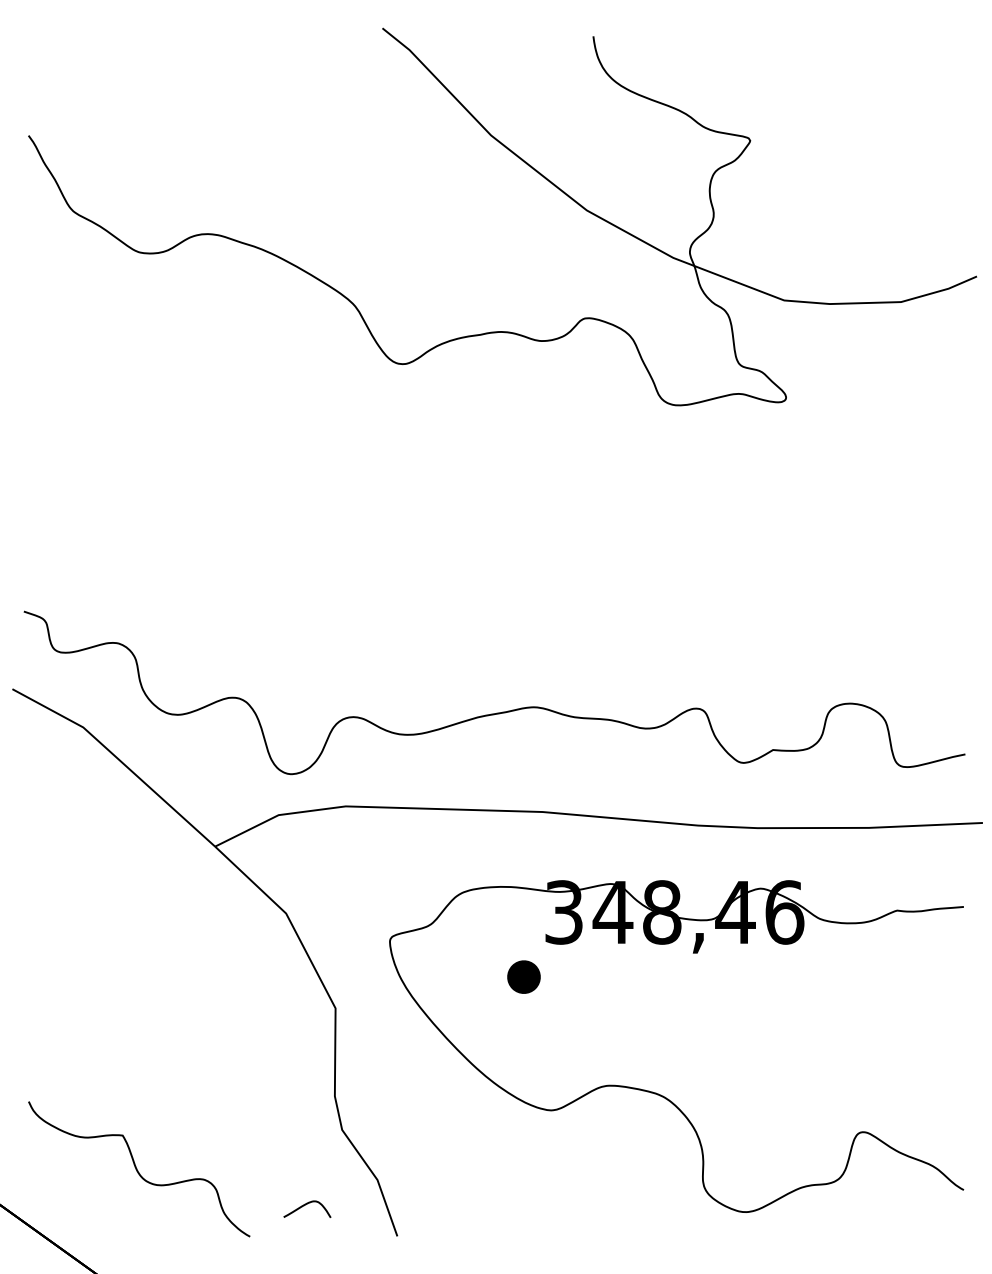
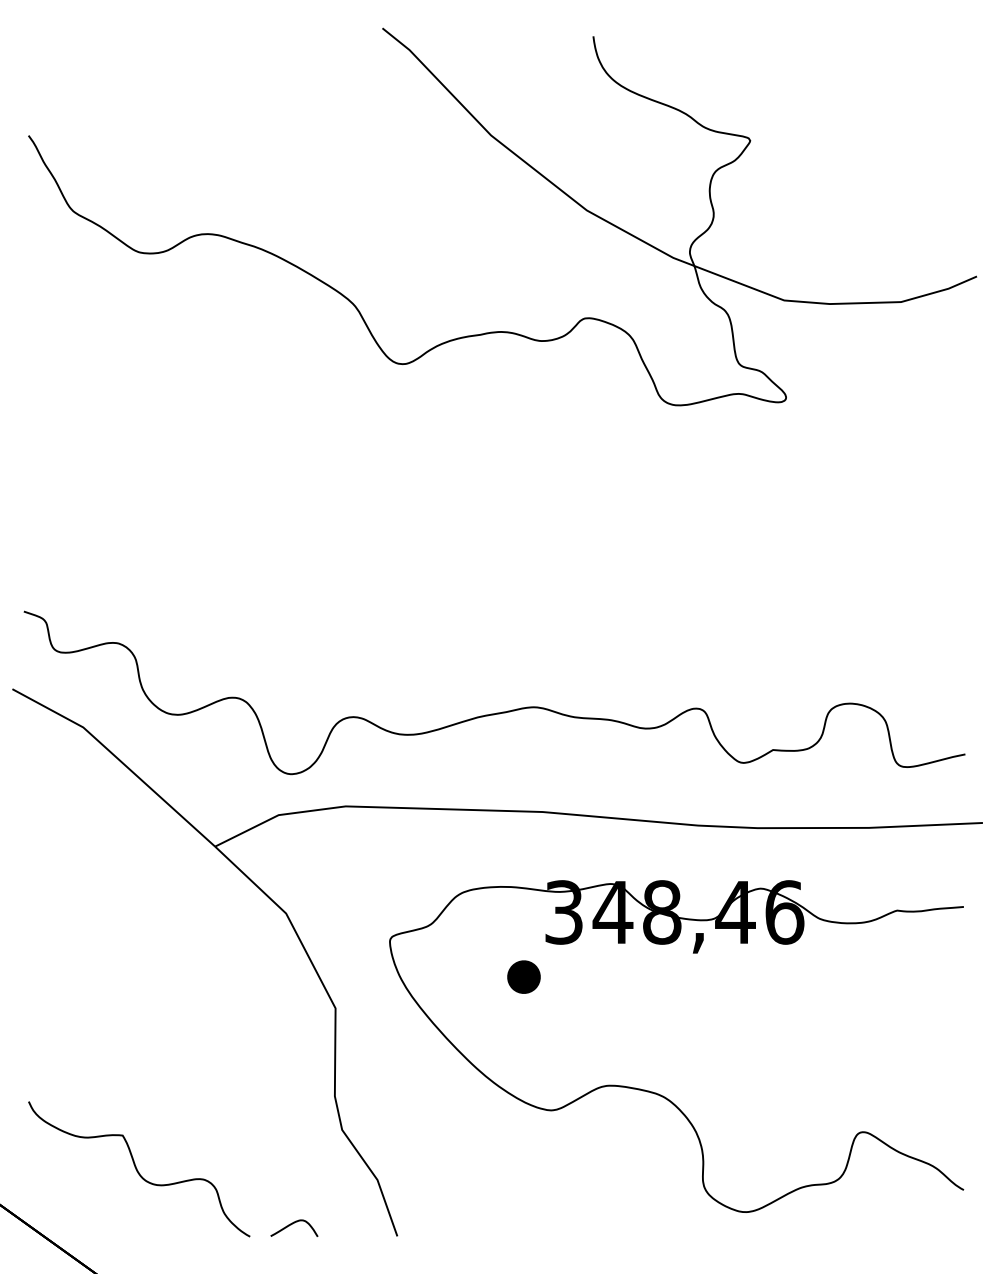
curve at (305, 1205) position: (305, 1205) -> (292, 1224)
